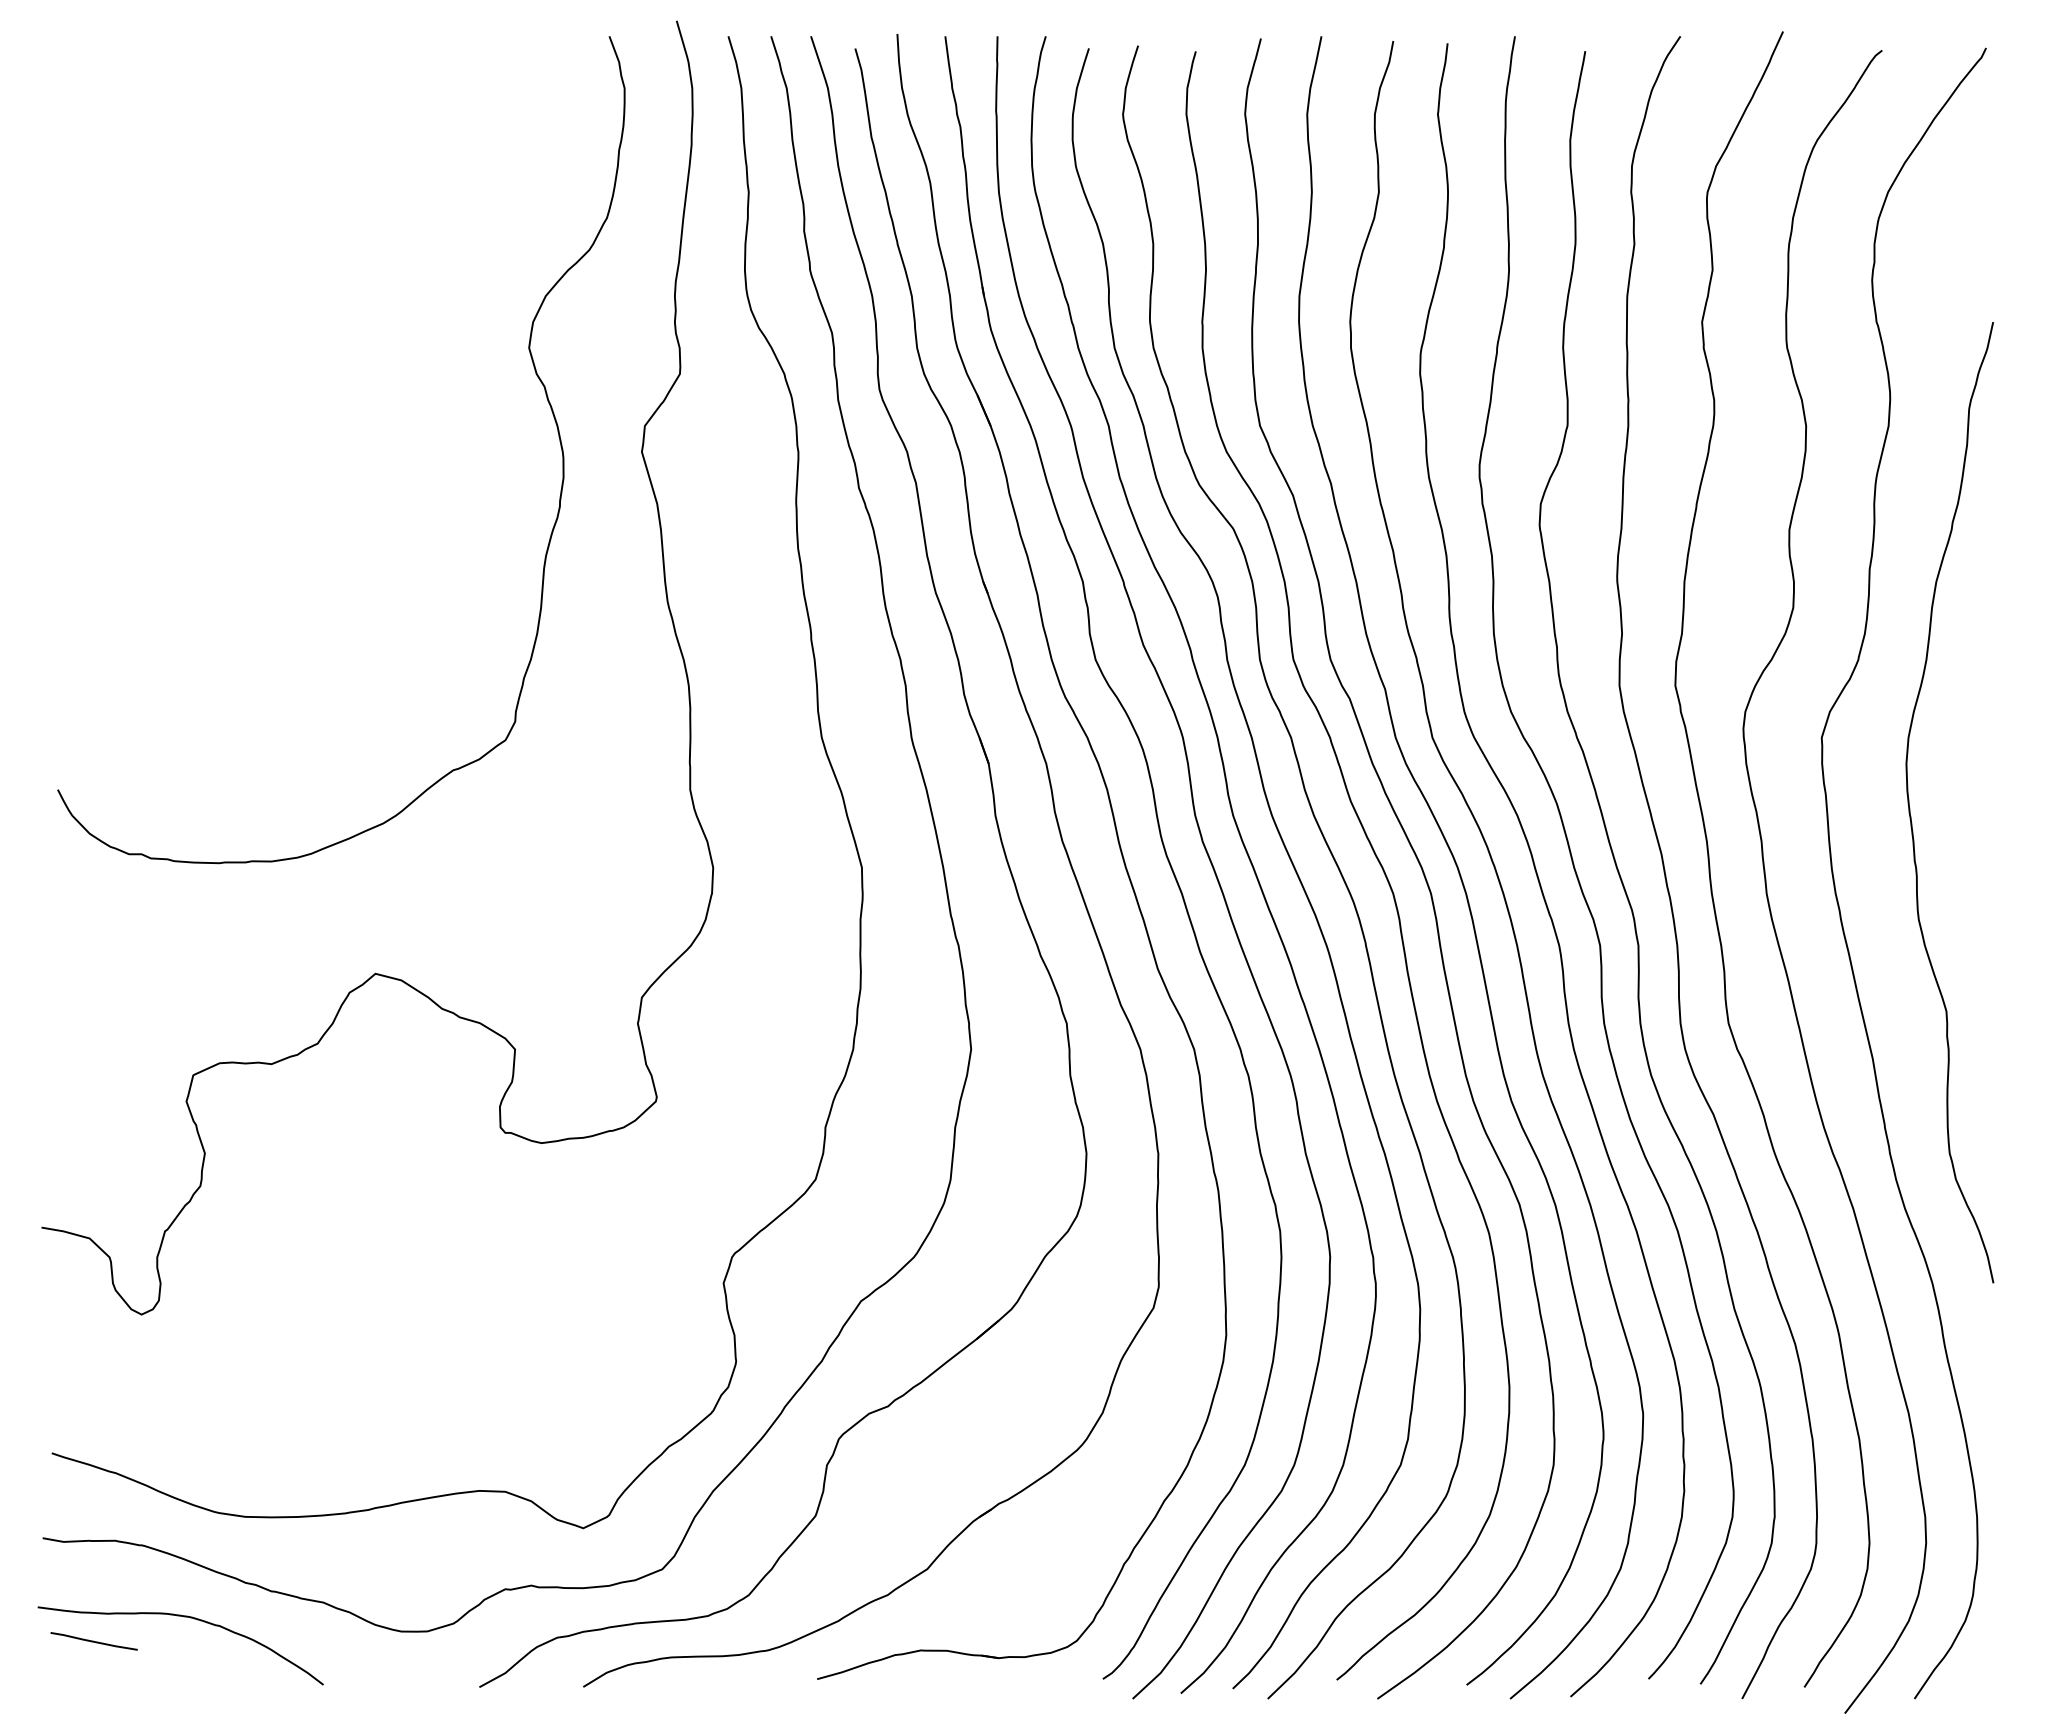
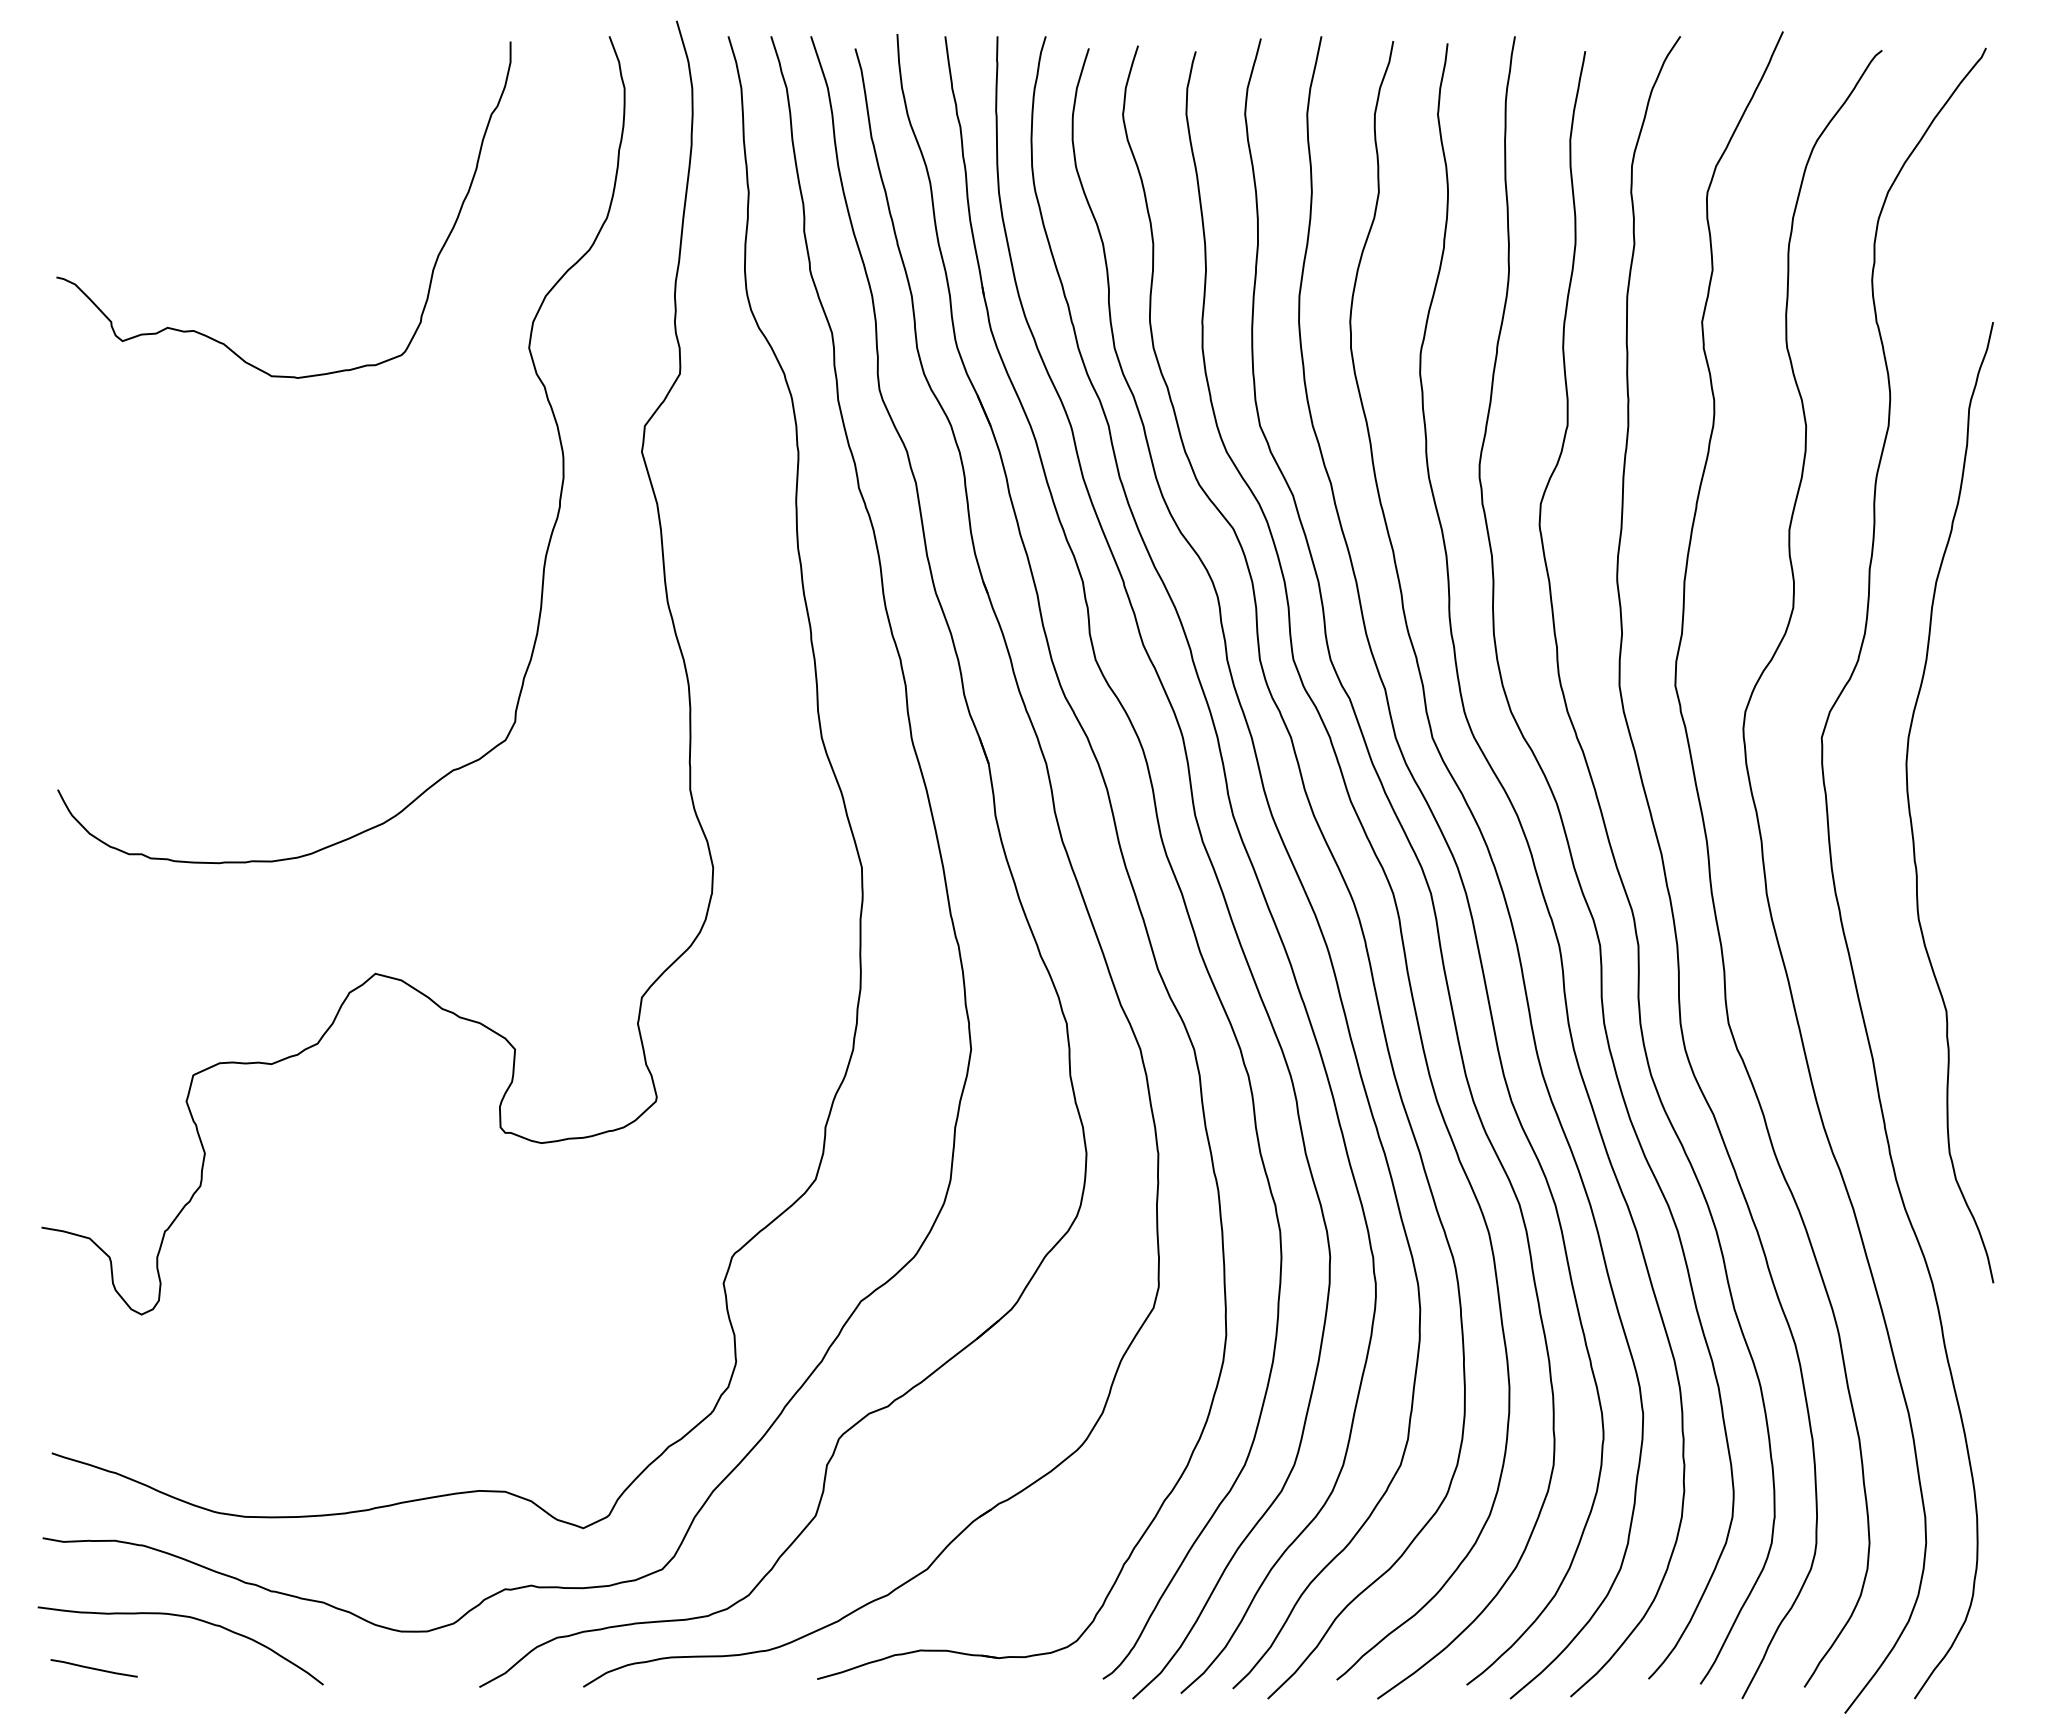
curve at (218, 340): none -> present
line at (93, 1641) position: (93, 1641) -> (93, 1668)
